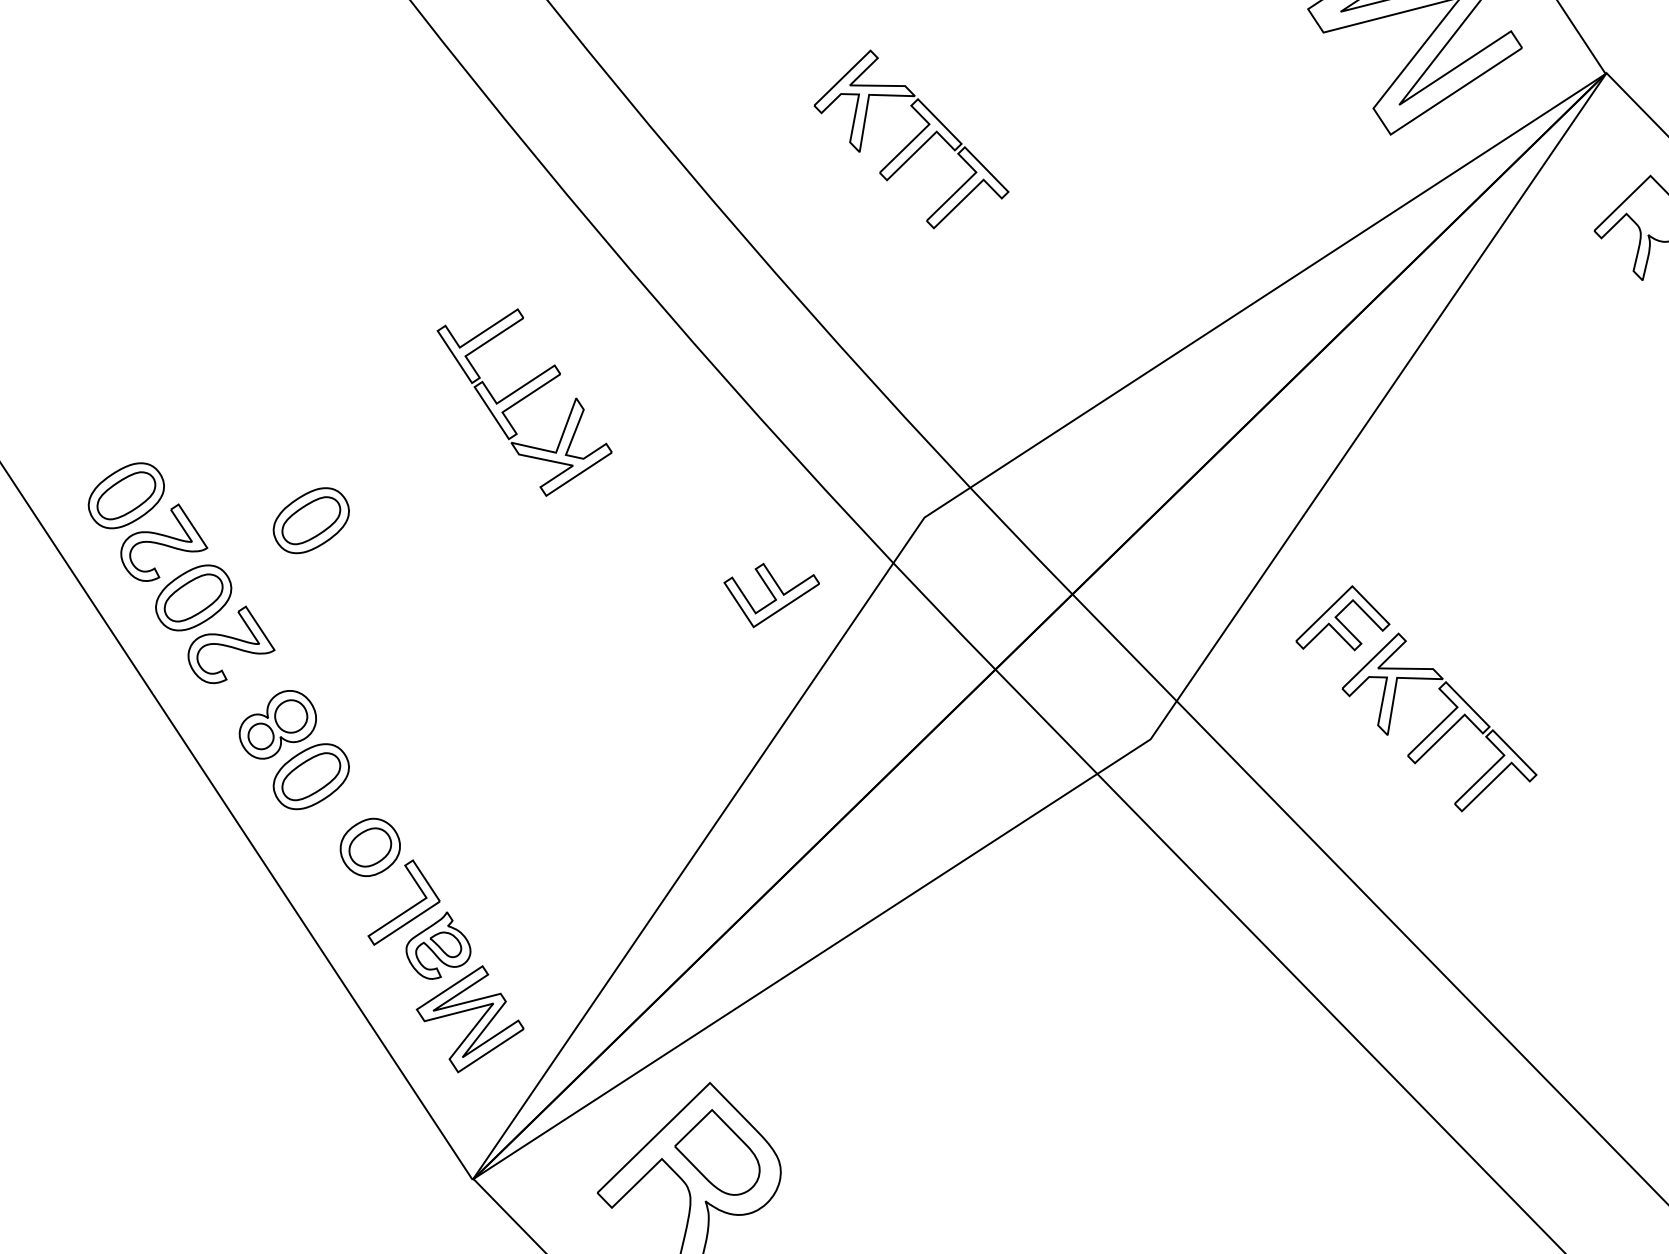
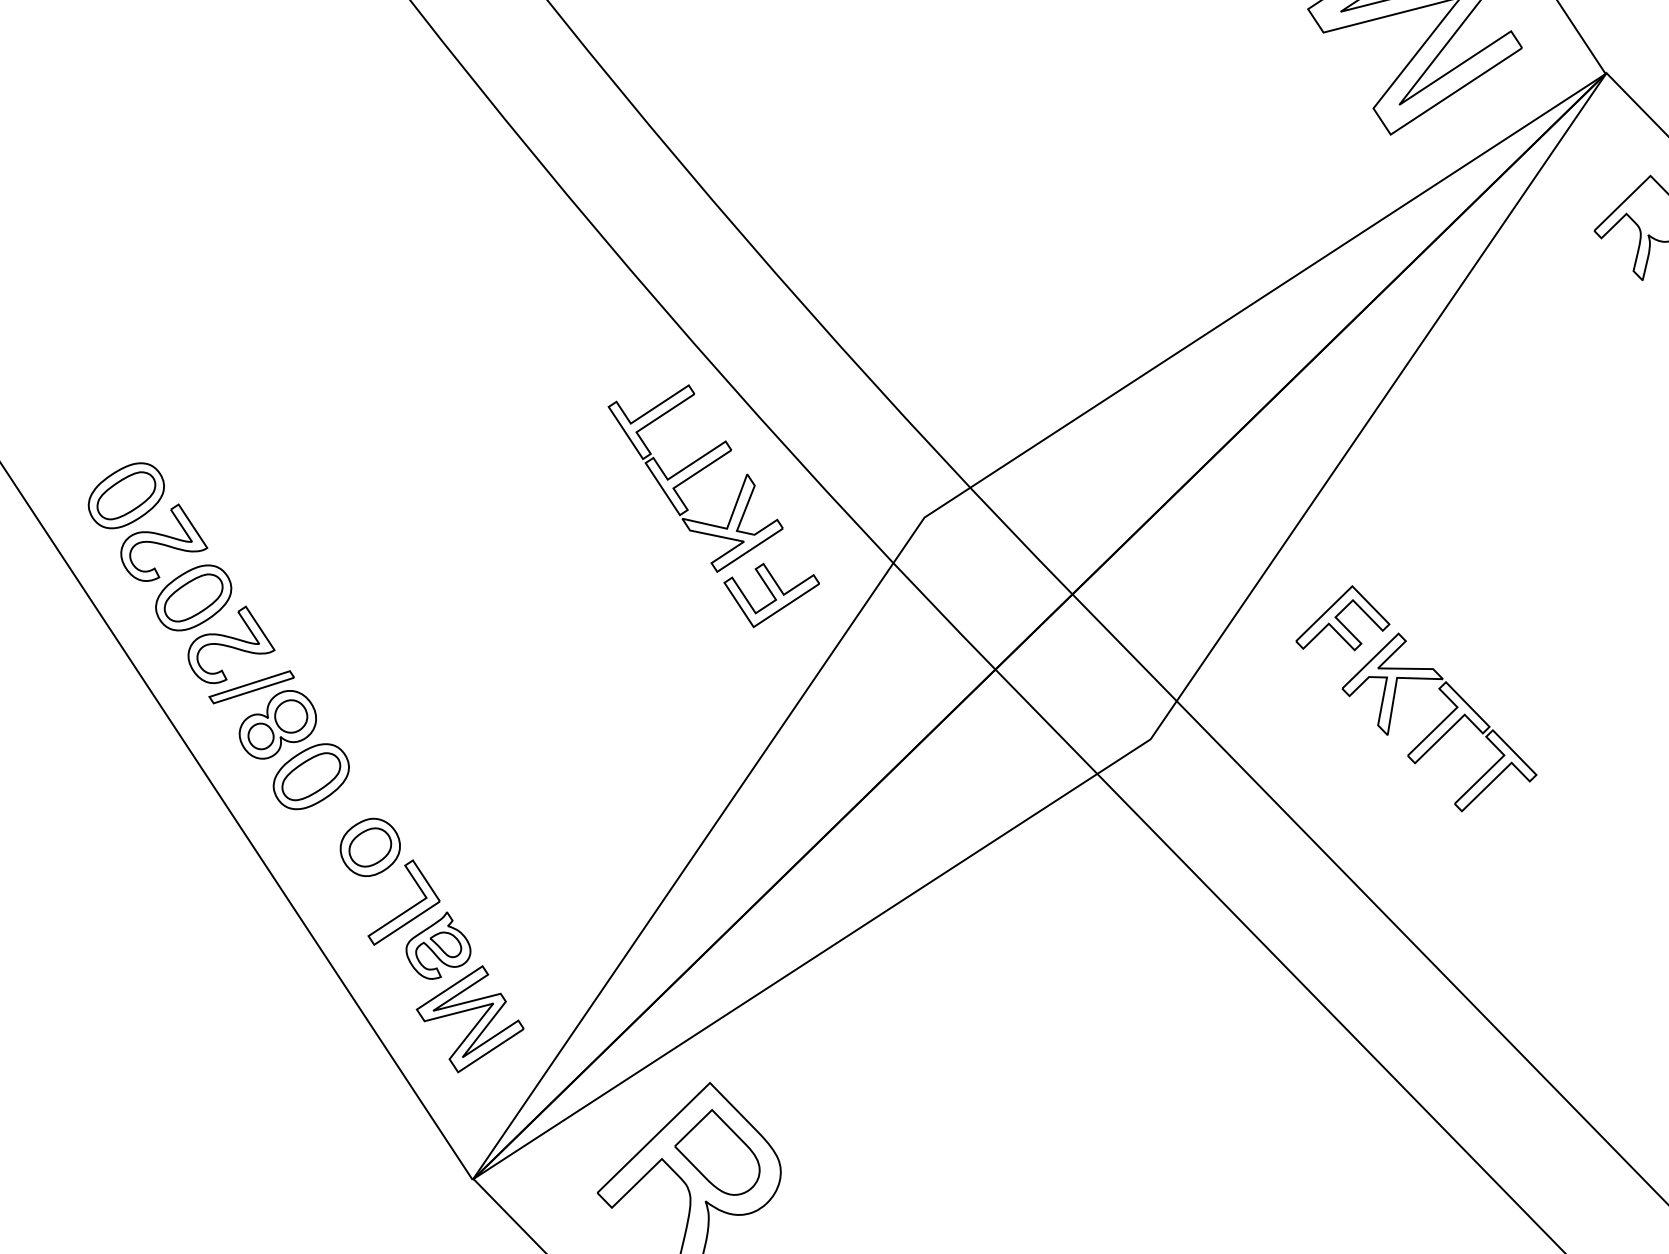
part at (911, 139): present -> none
part at (524, 402) position: (524, 402) -> (695, 478)
part at (310, 520): present -> none
part at (251, 687): none -> present
